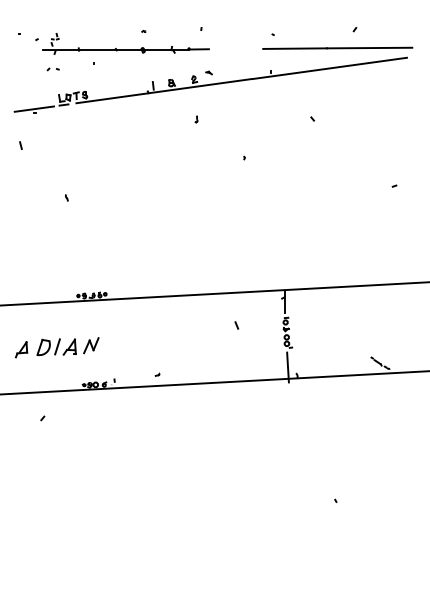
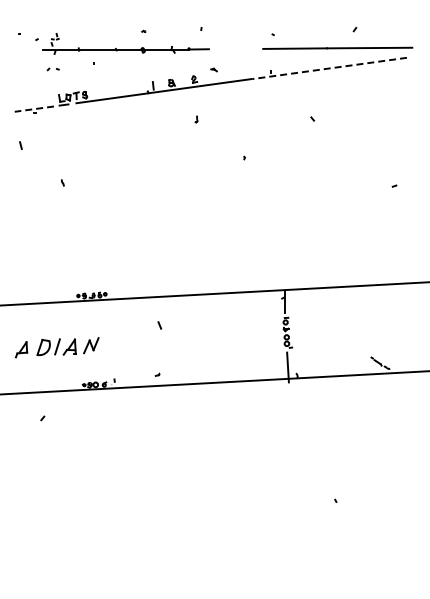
line at (329, 68): solid -> dashed
part at (208, 72) position: (208, 72) -> (213, 69)
line at (34, 109): solid -> dashed
part at (66, 197) position: (66, 197) -> (62, 182)
line at (236, 325) position: (236, 325) -> (159, 325)
